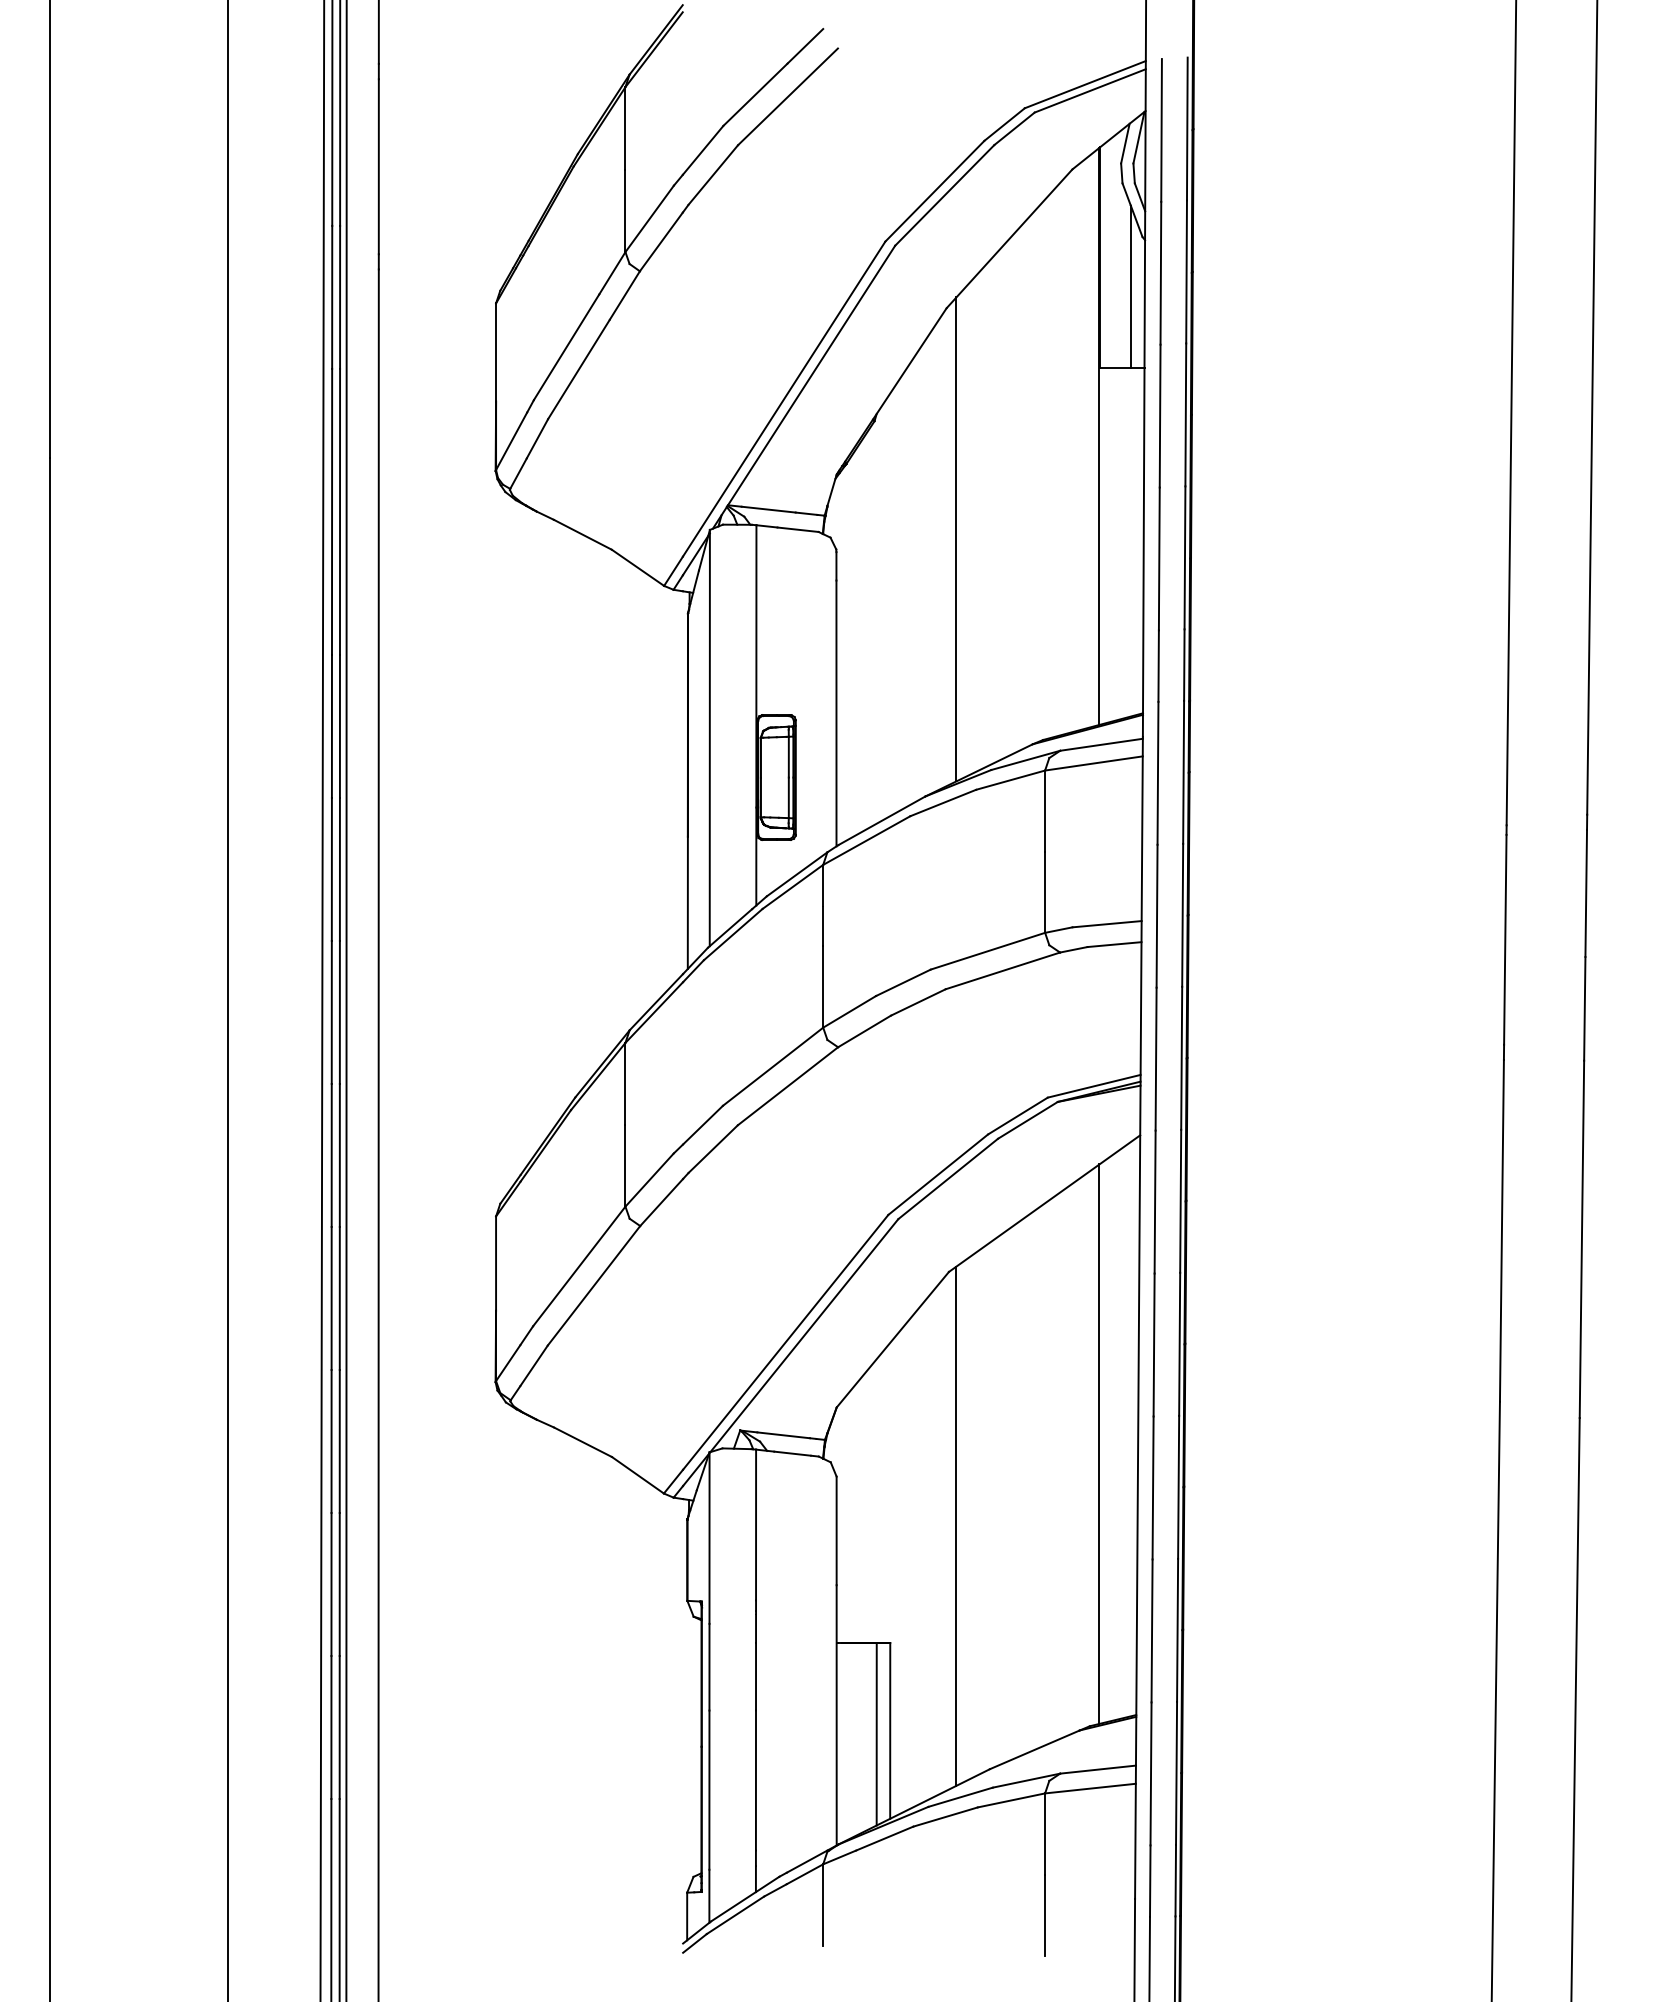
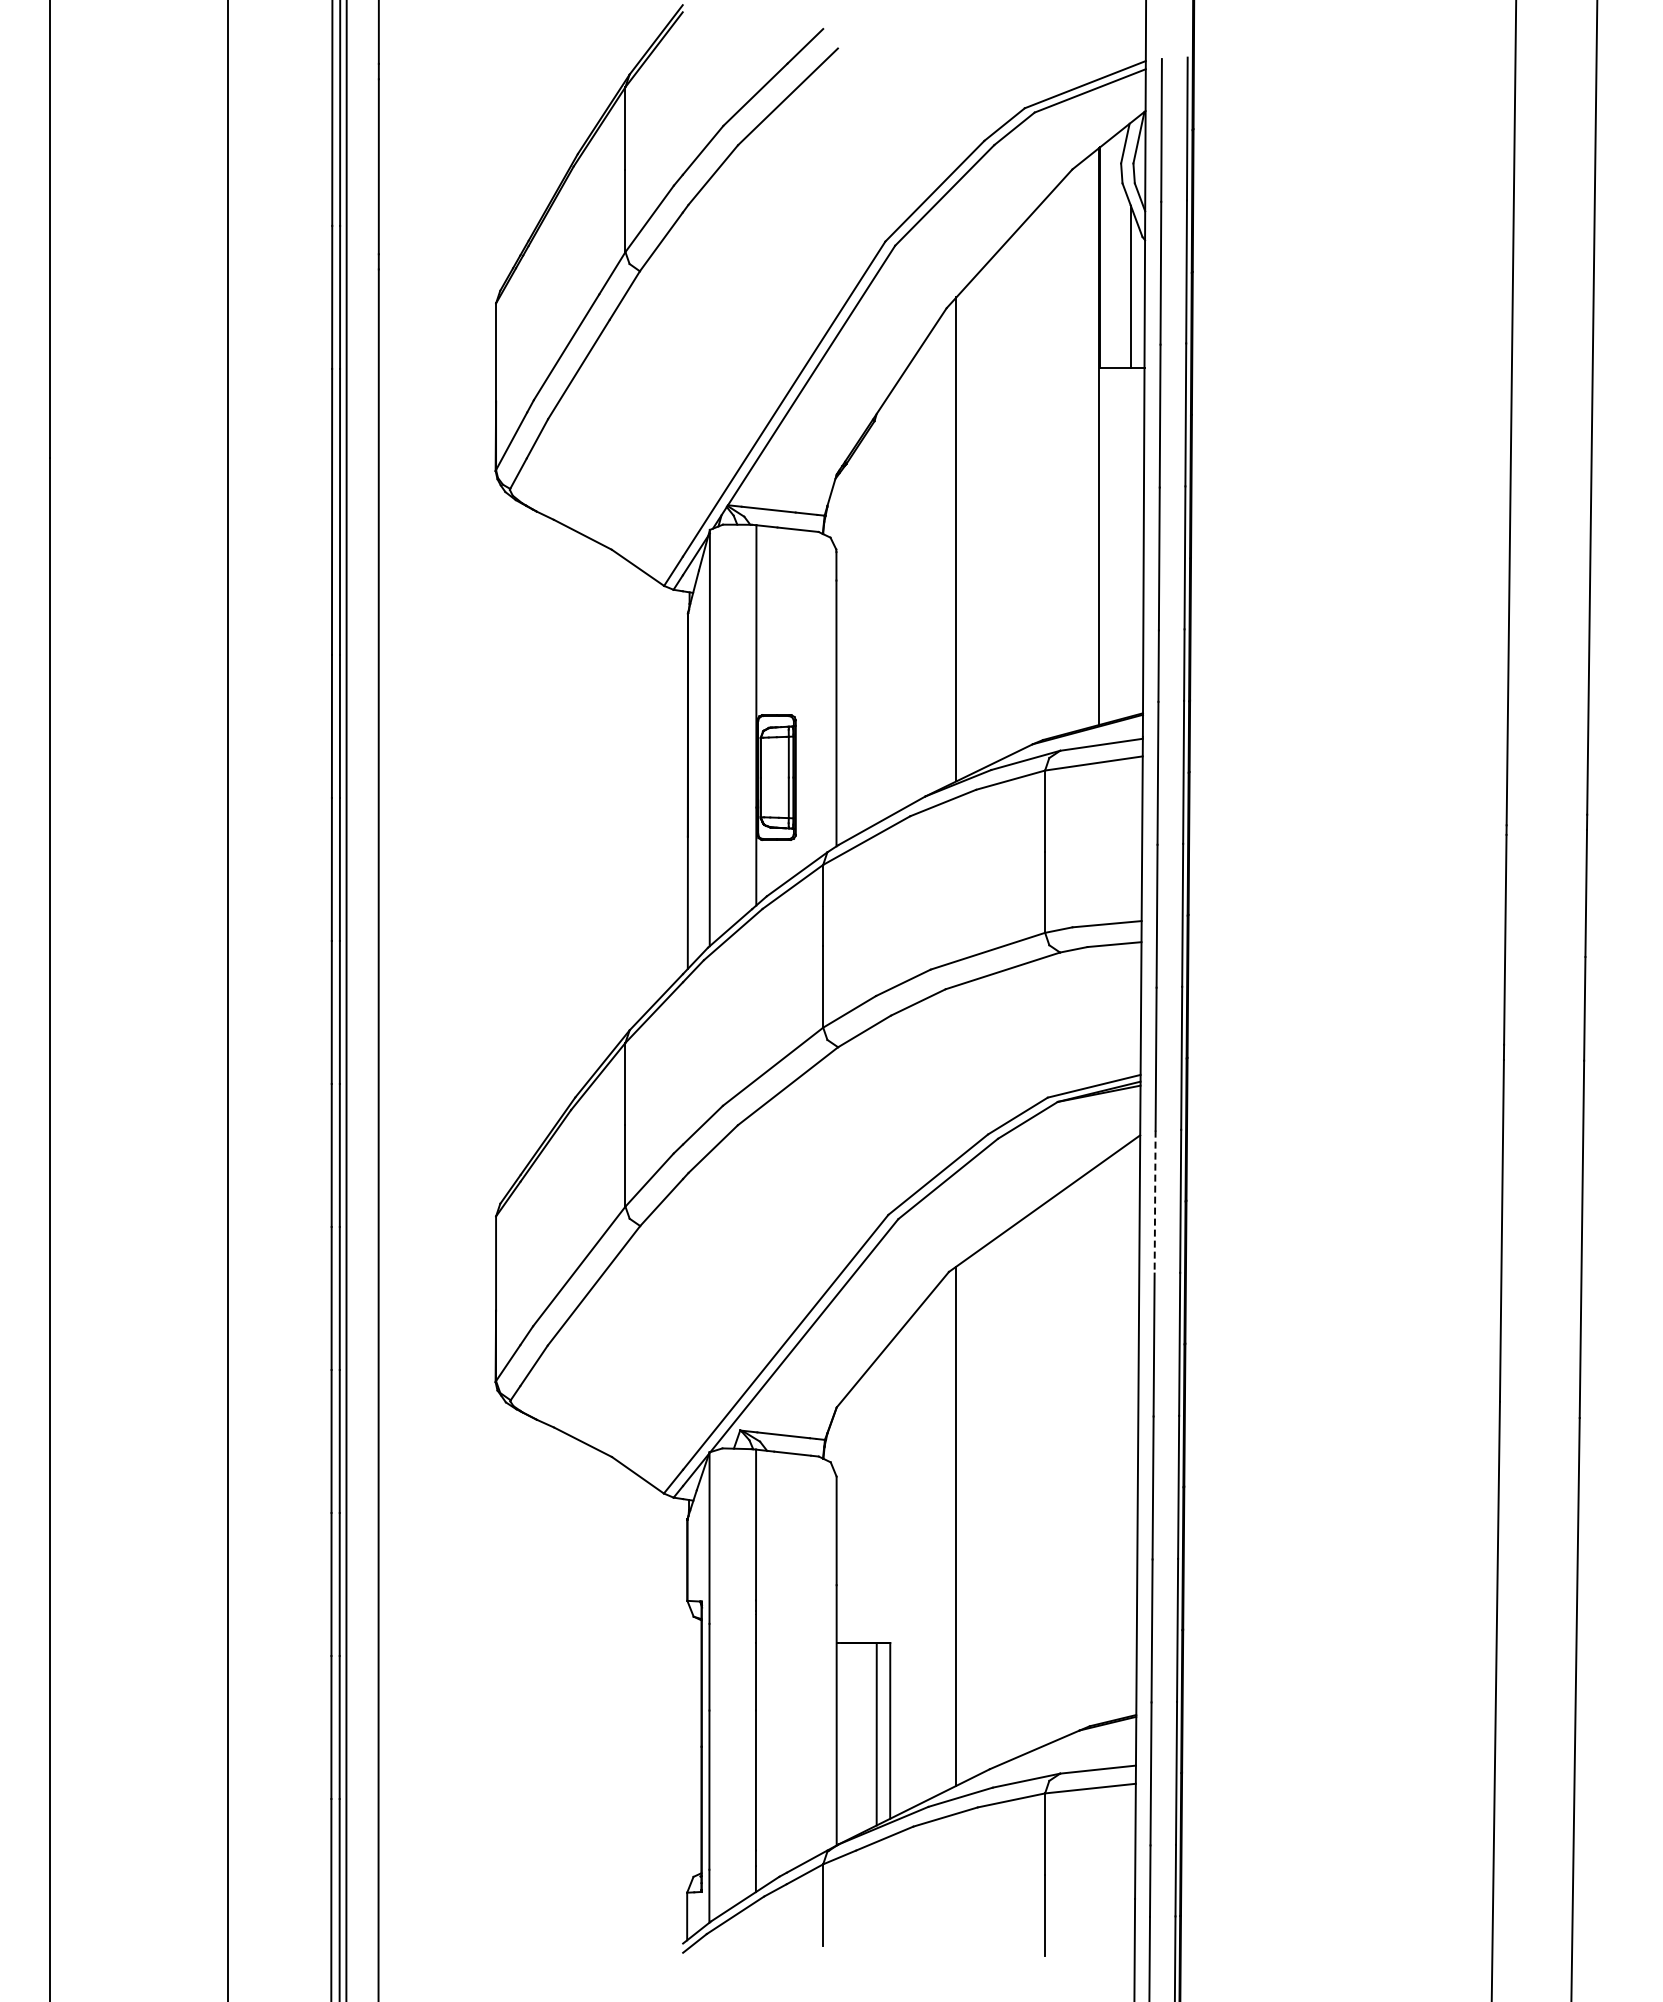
line at (322, 1000): present -> none
line at (1155, 1202): solid -> dashed
line at (1099, 1443): present -> none
